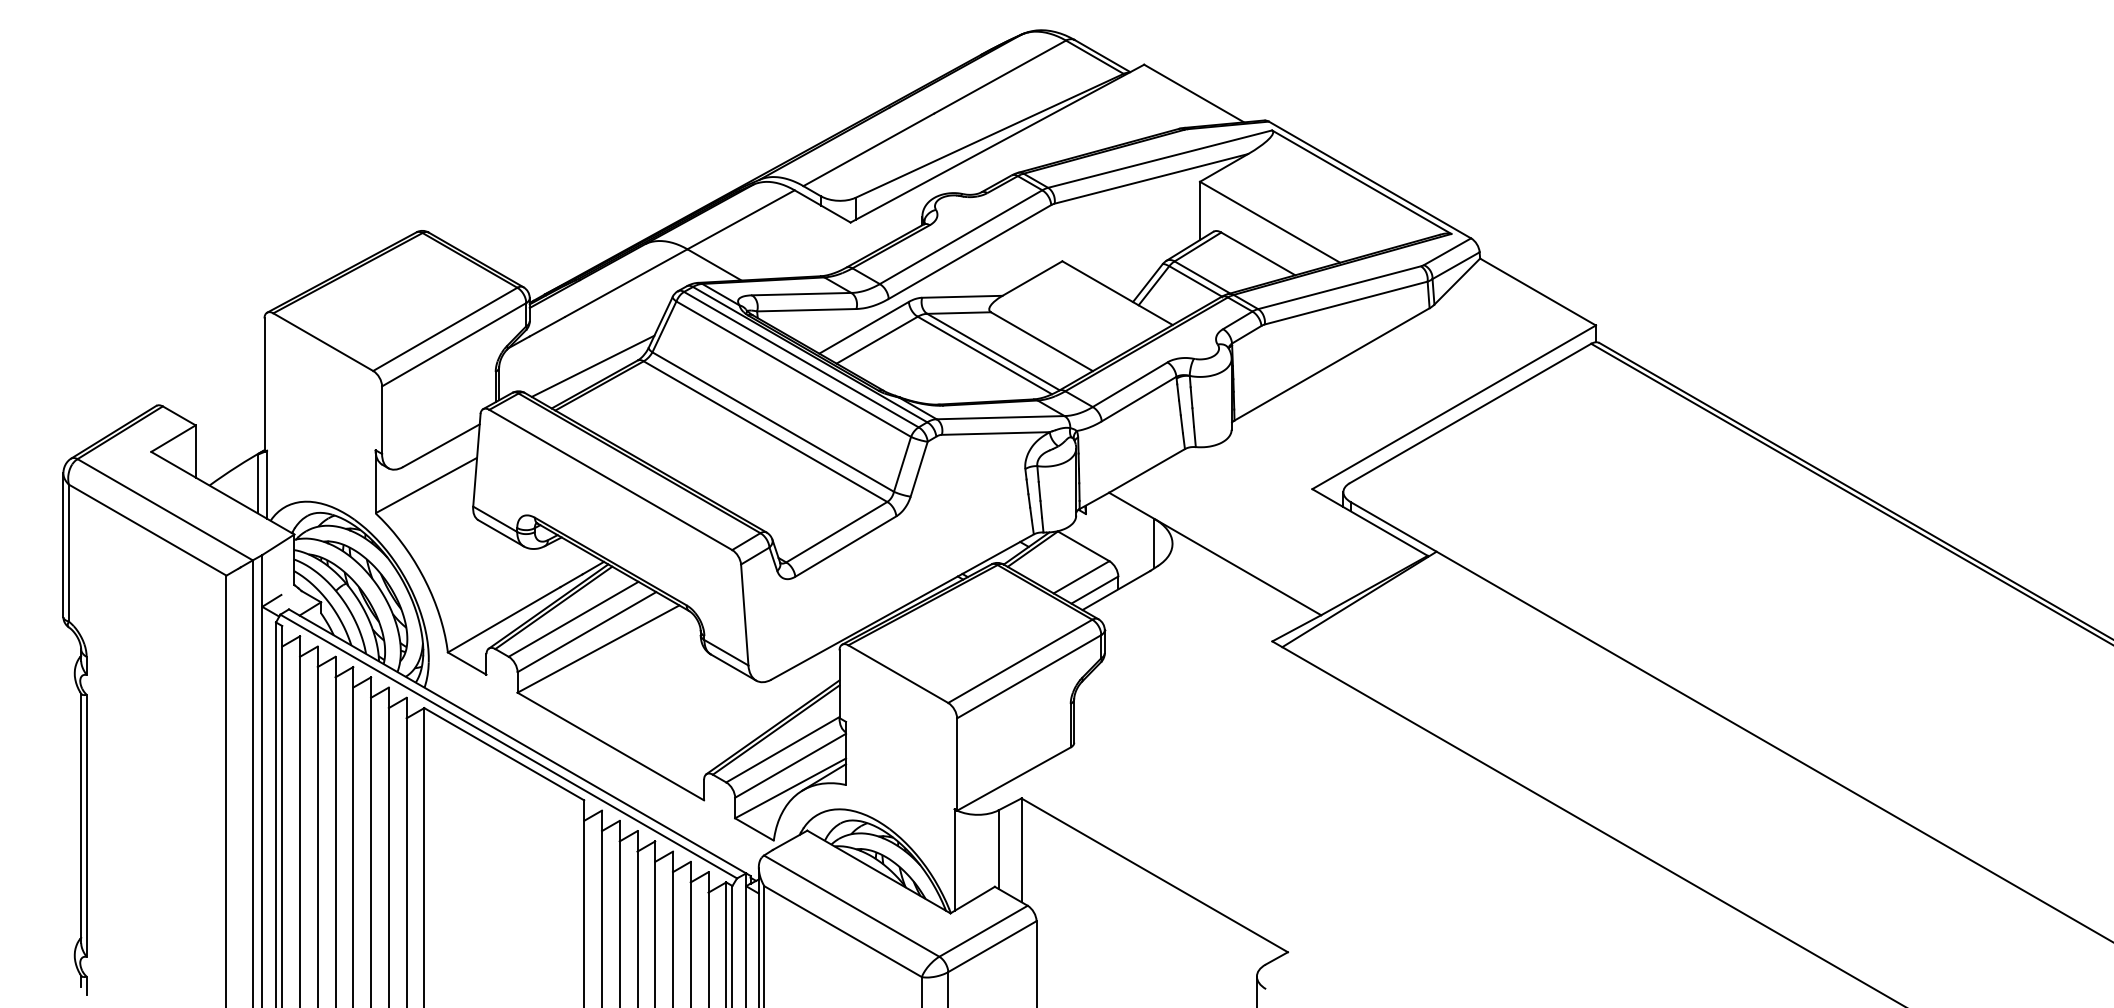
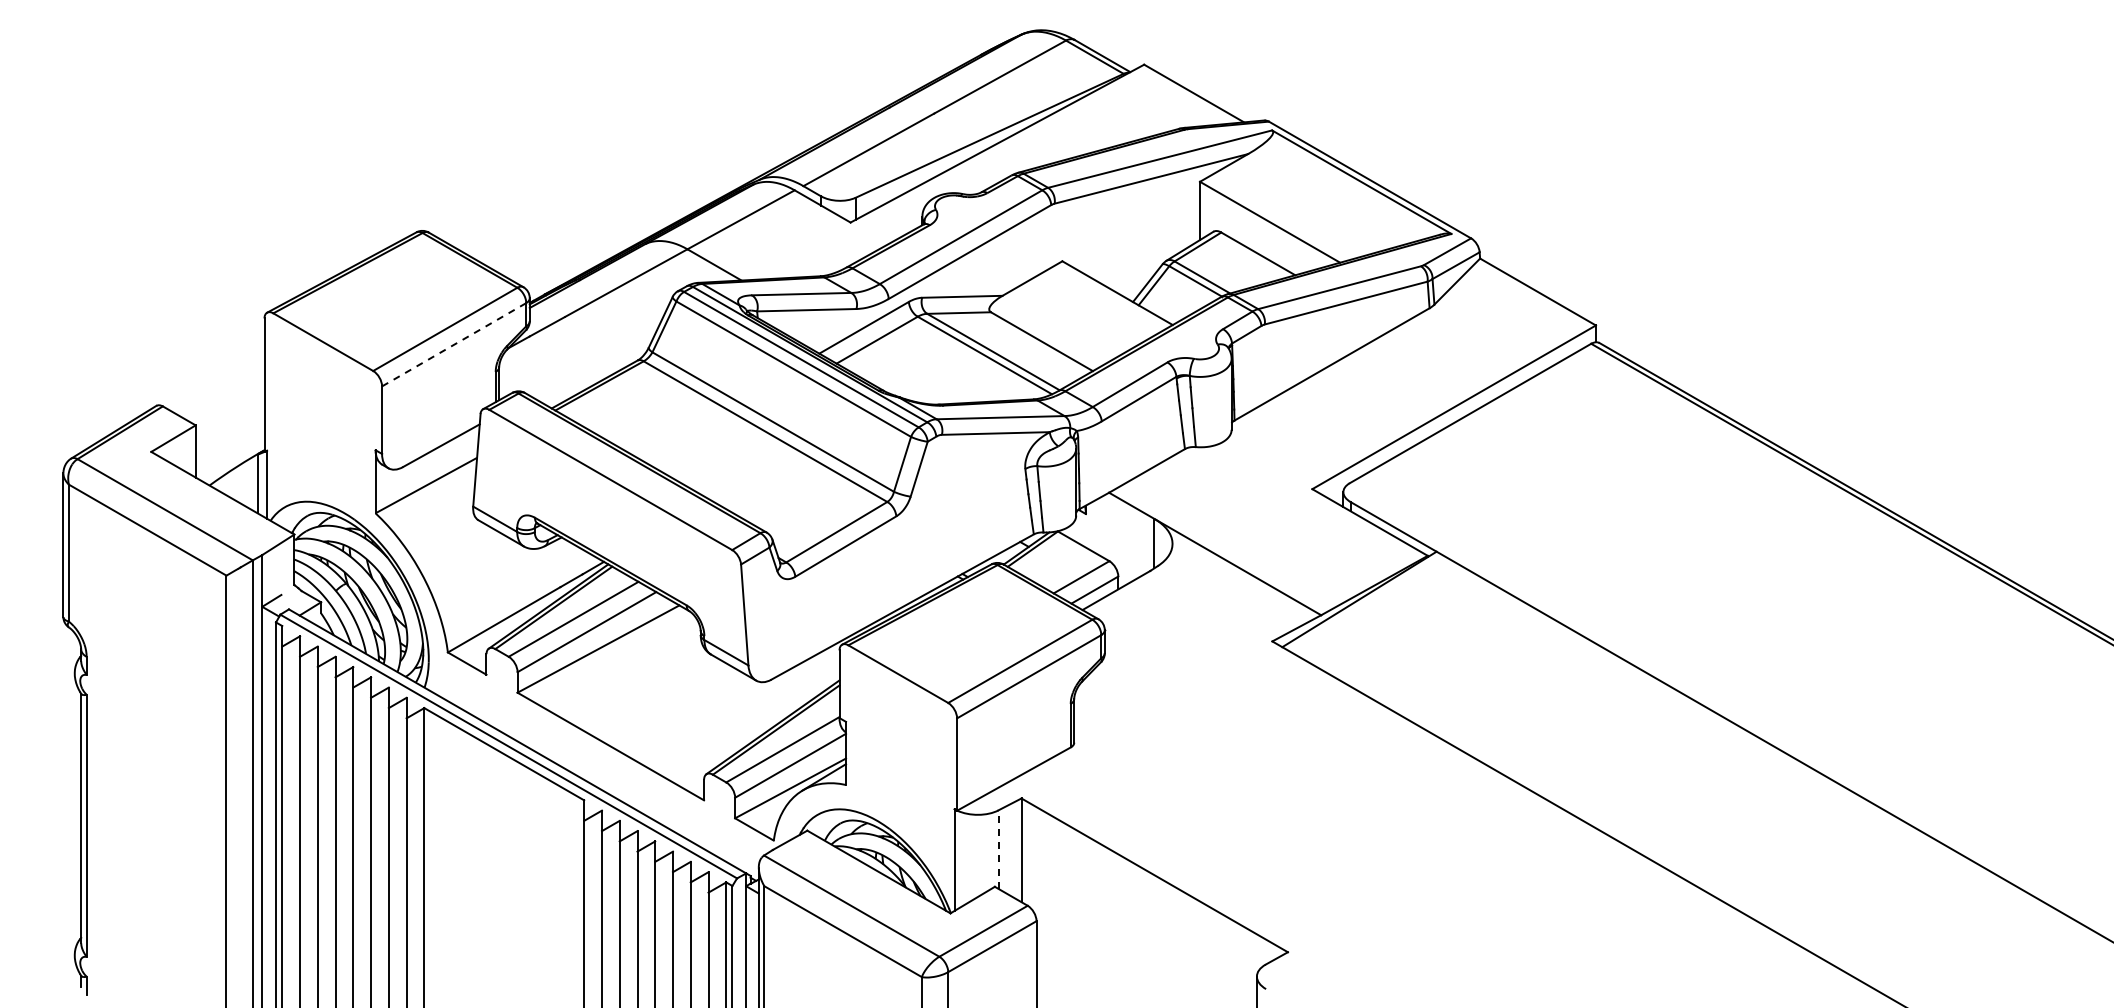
line at (454, 344): solid -> dashed
line at (592, 365): present -> none
line at (998, 849): solid -> dashed
